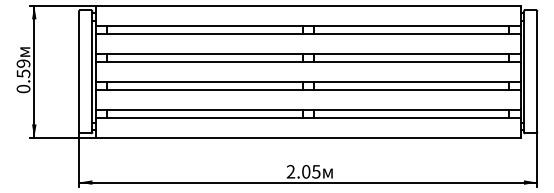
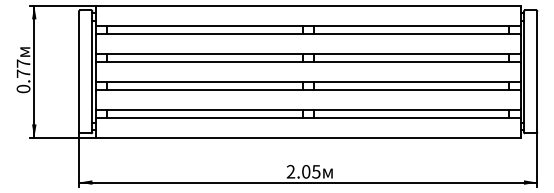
text at (23, 68): 0.59 -> 0.77
